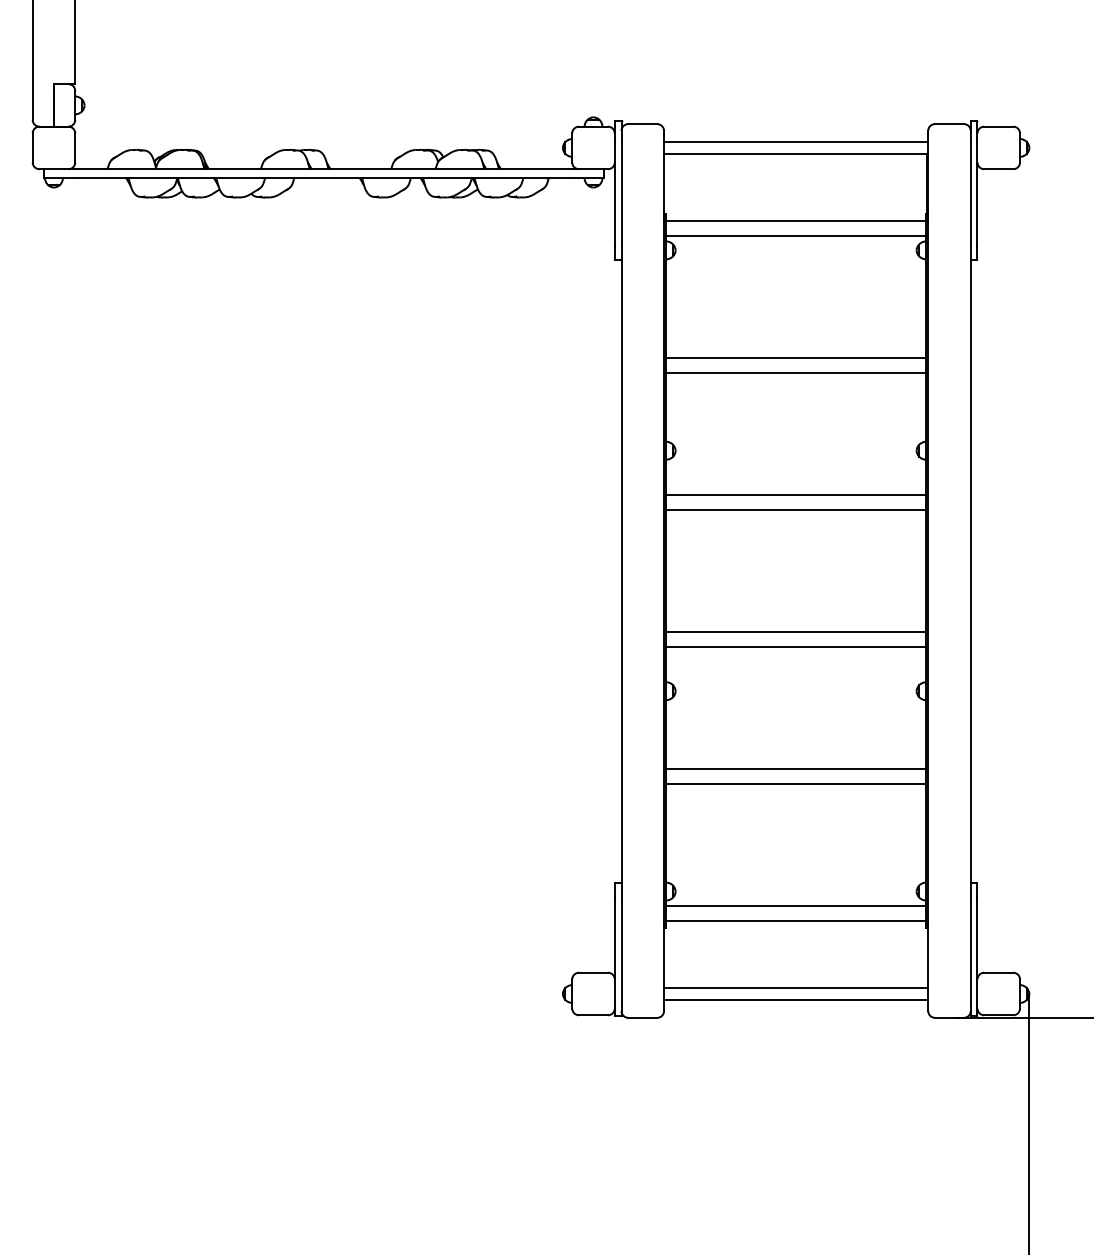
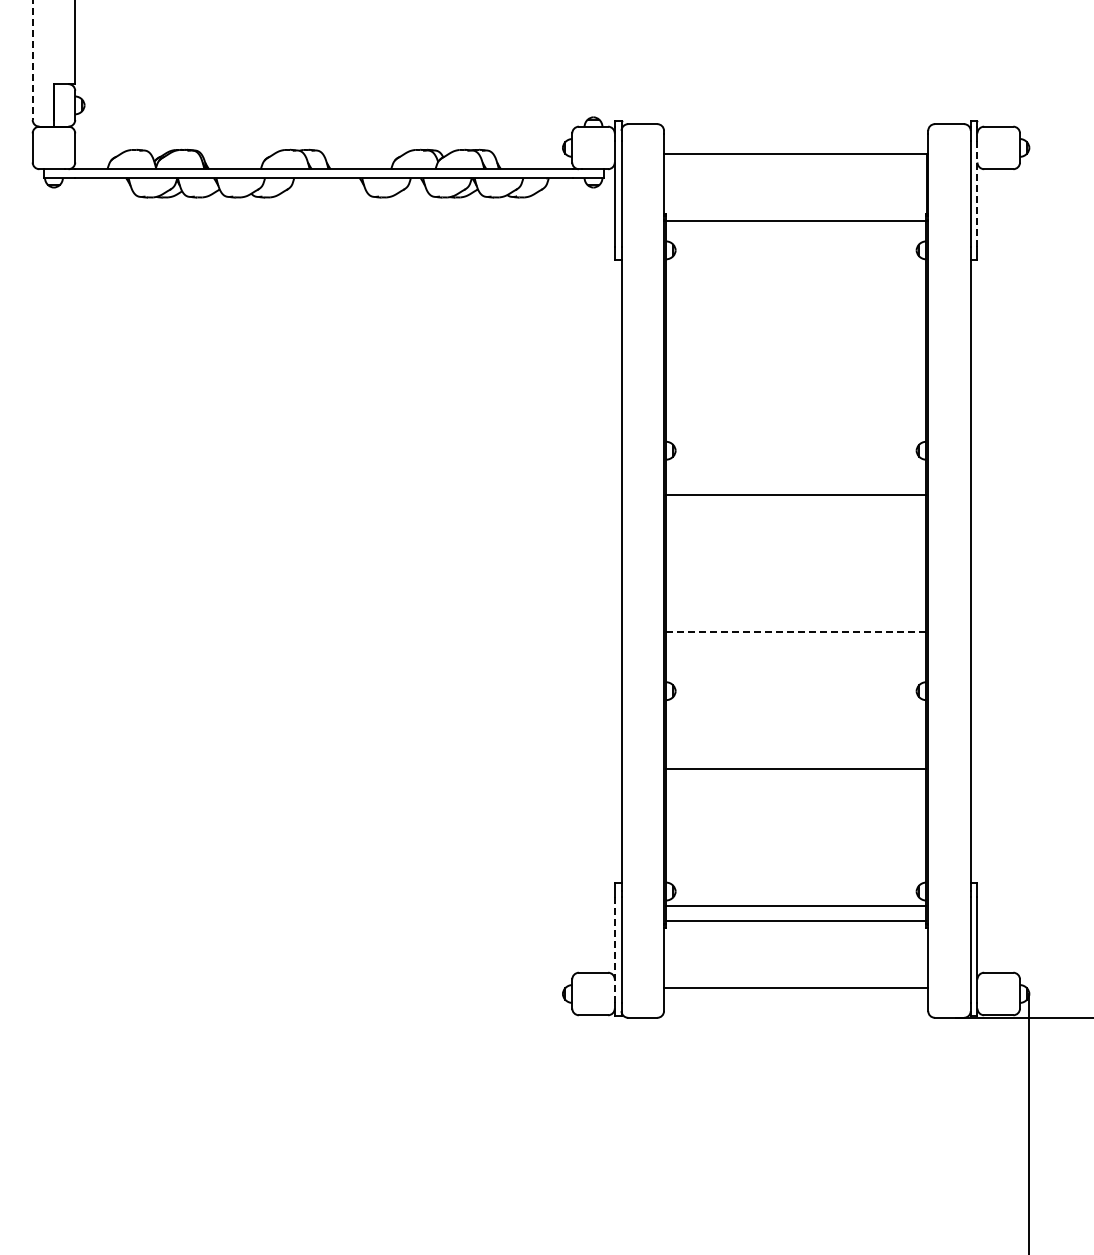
line at (32, 60): solid -> dashed
line at (796, 141): present -> none
line at (977, 193): solid -> dashed
line at (795, 235): present -> none
line at (795, 357): present -> none
line at (795, 372): present -> none
line at (795, 509): present -> none
line at (796, 632): solid -> dashed
line at (795, 647): present -> none
line at (795, 784): present -> none
line at (614, 950): solid -> dashed
line at (796, 1000): present -> none
